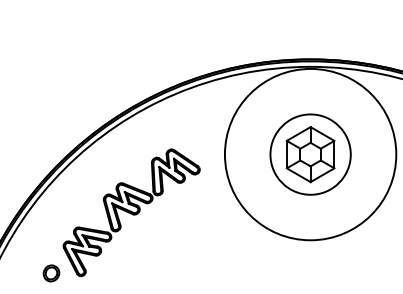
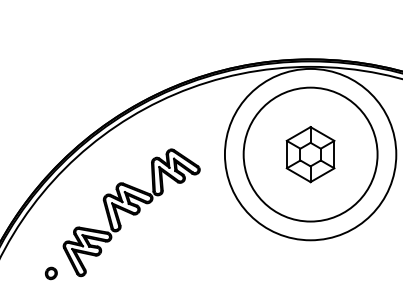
circle at (310, 154) diameter: 80 px -> 134 px
part at (51, 273) size: 19x19 px -> 14x15 px
